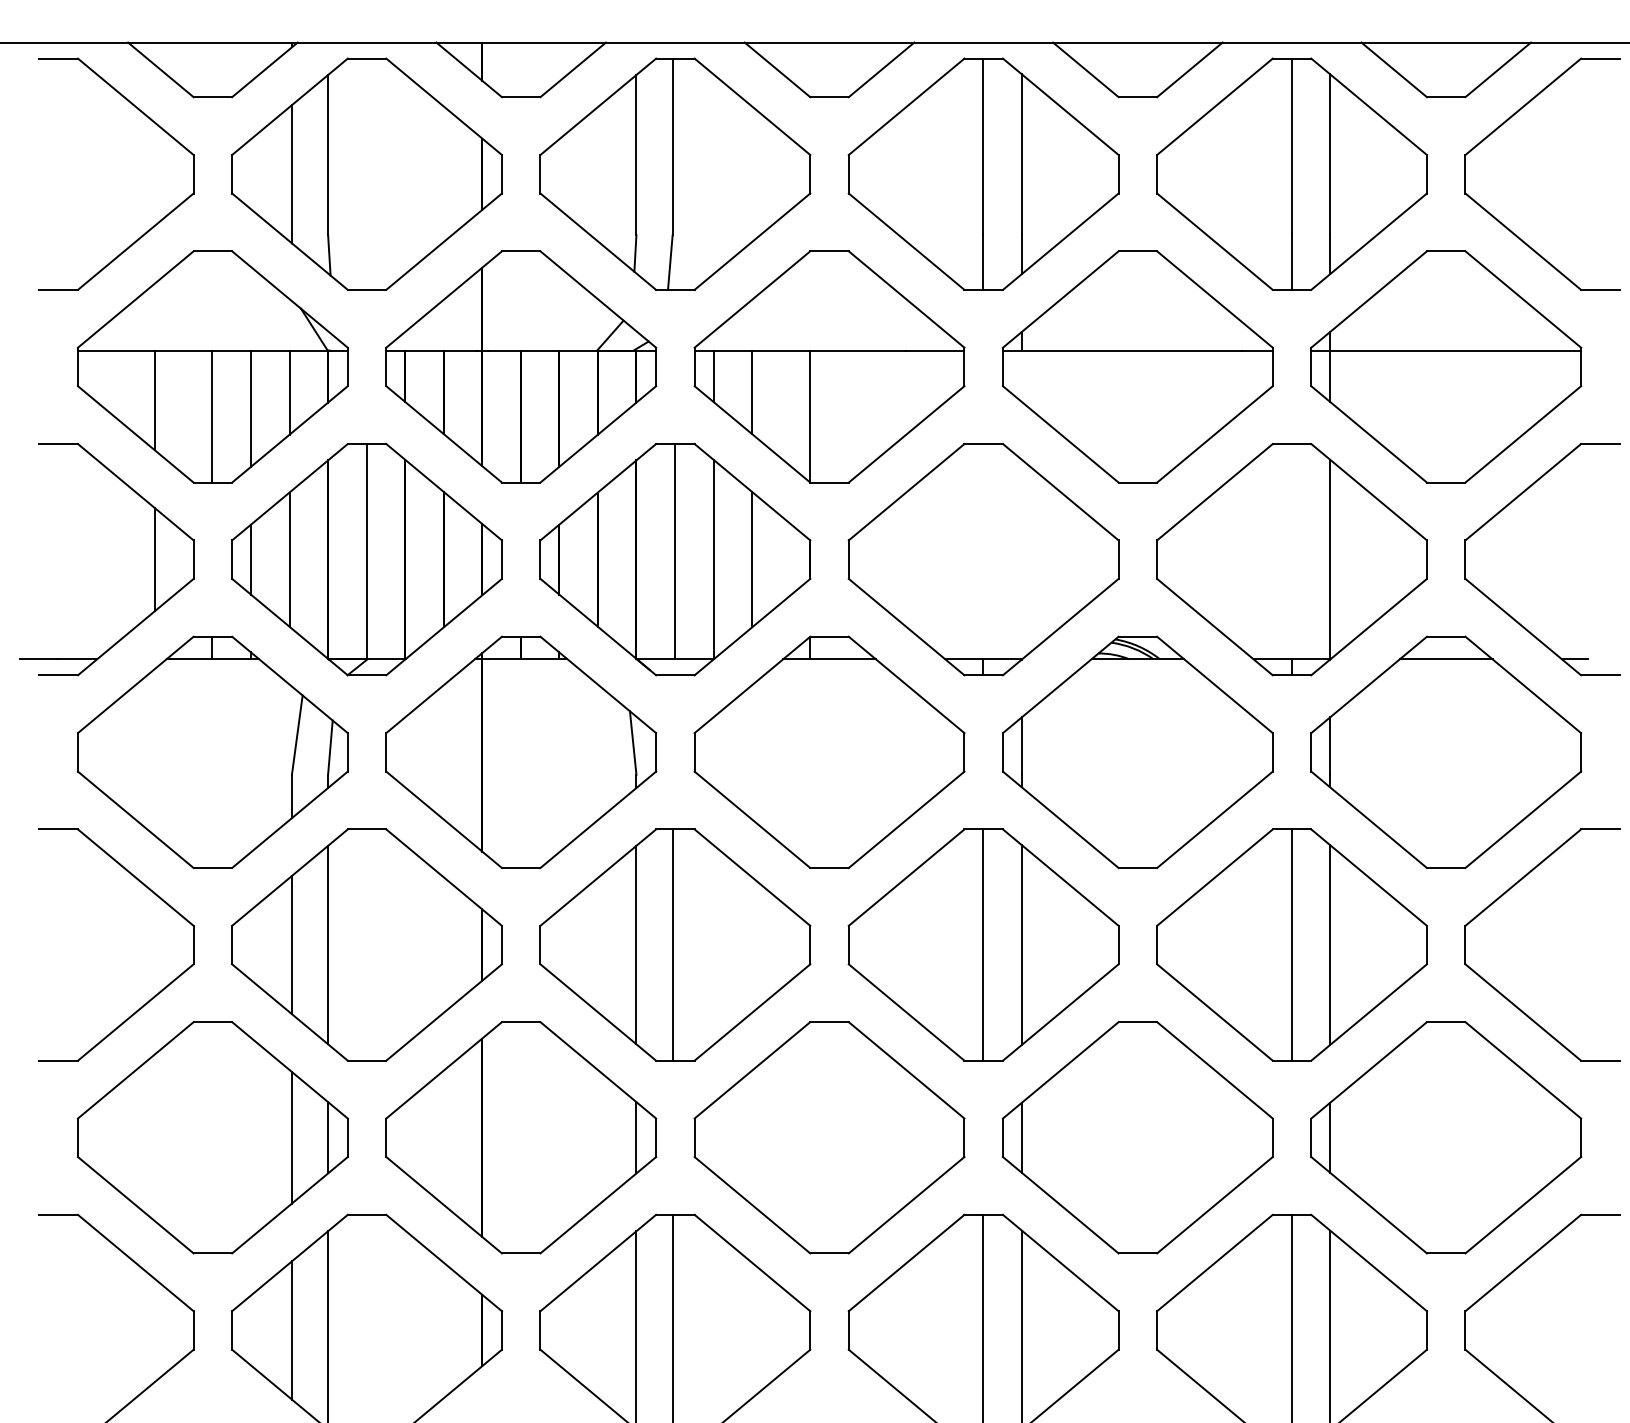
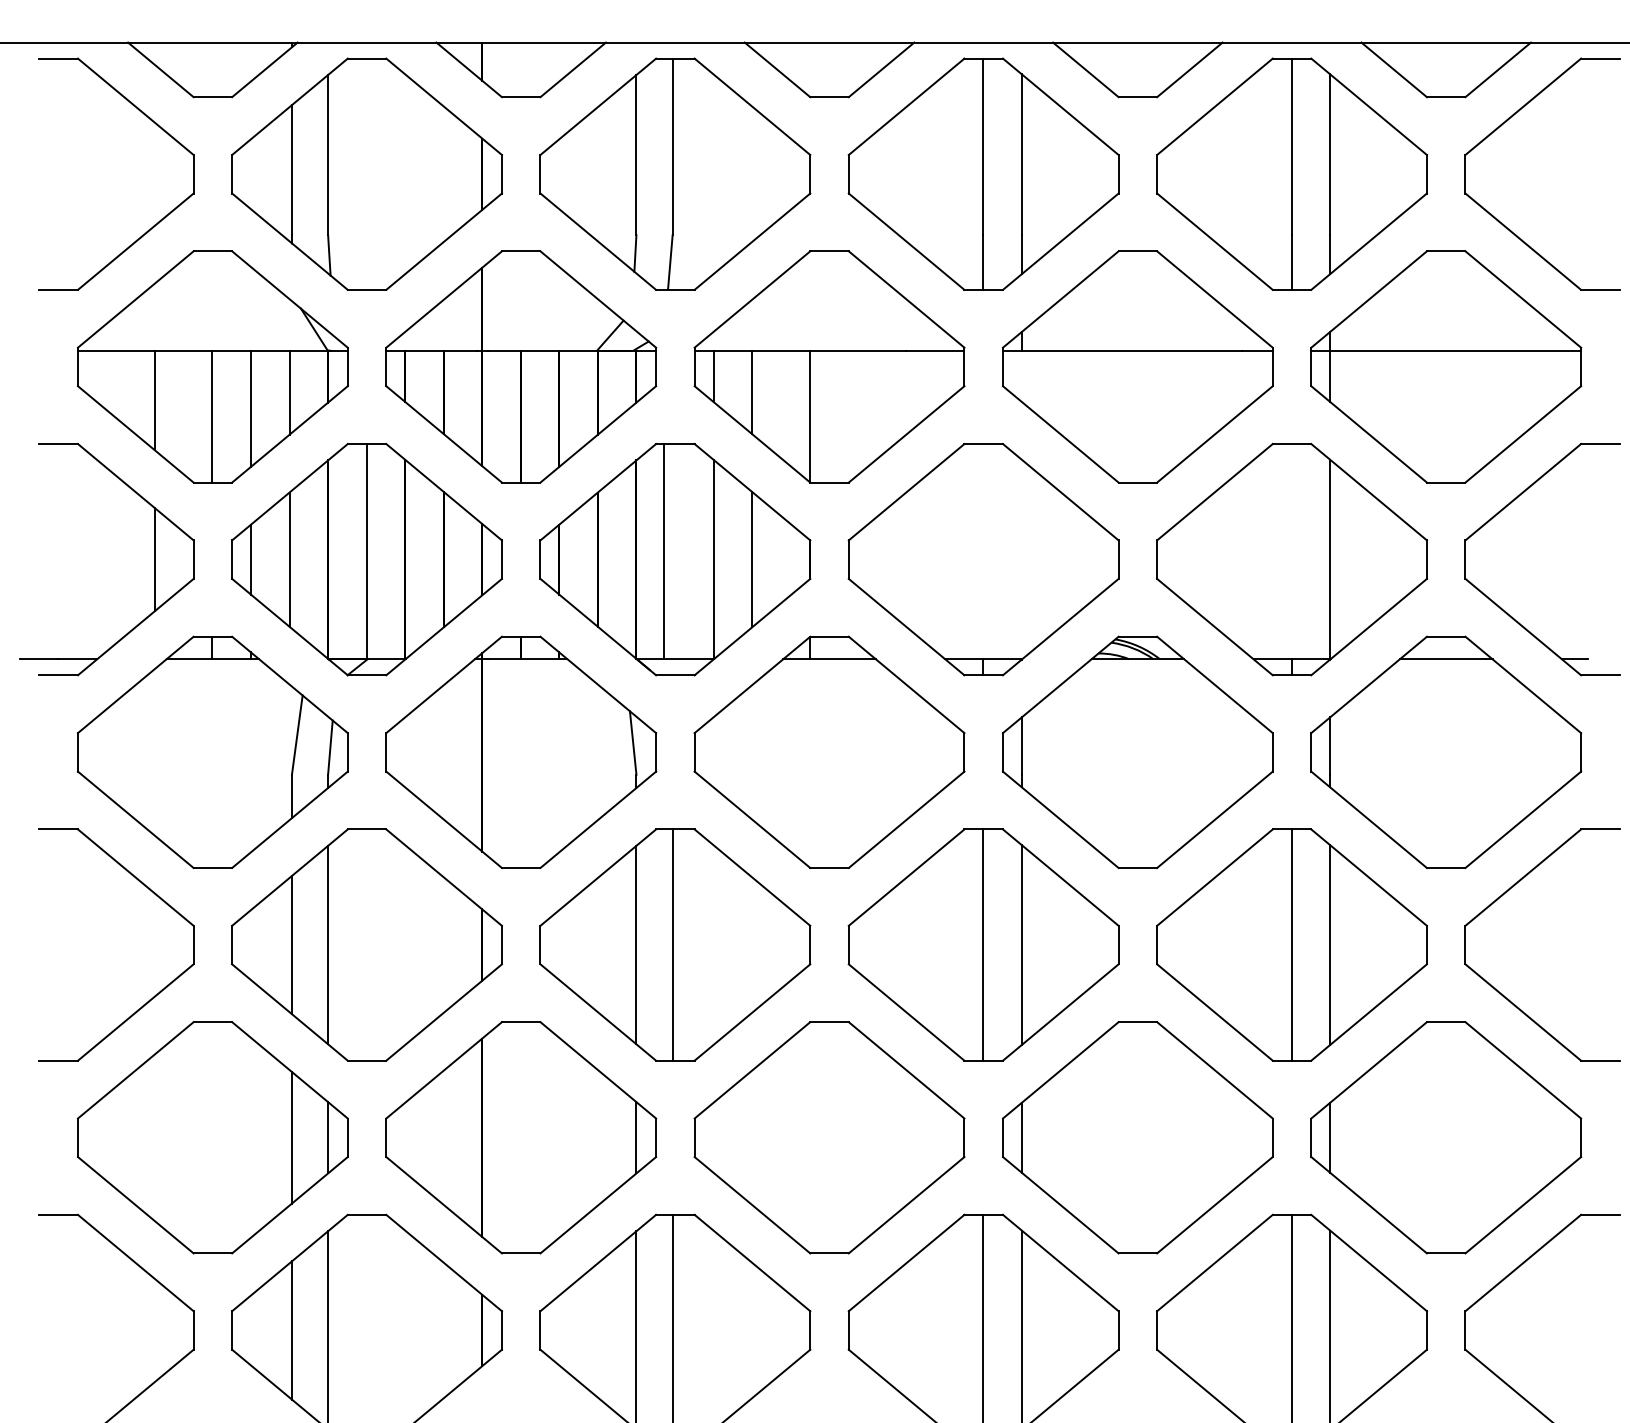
line at (675, 551) position: (675, 551) -> (664, 551)
